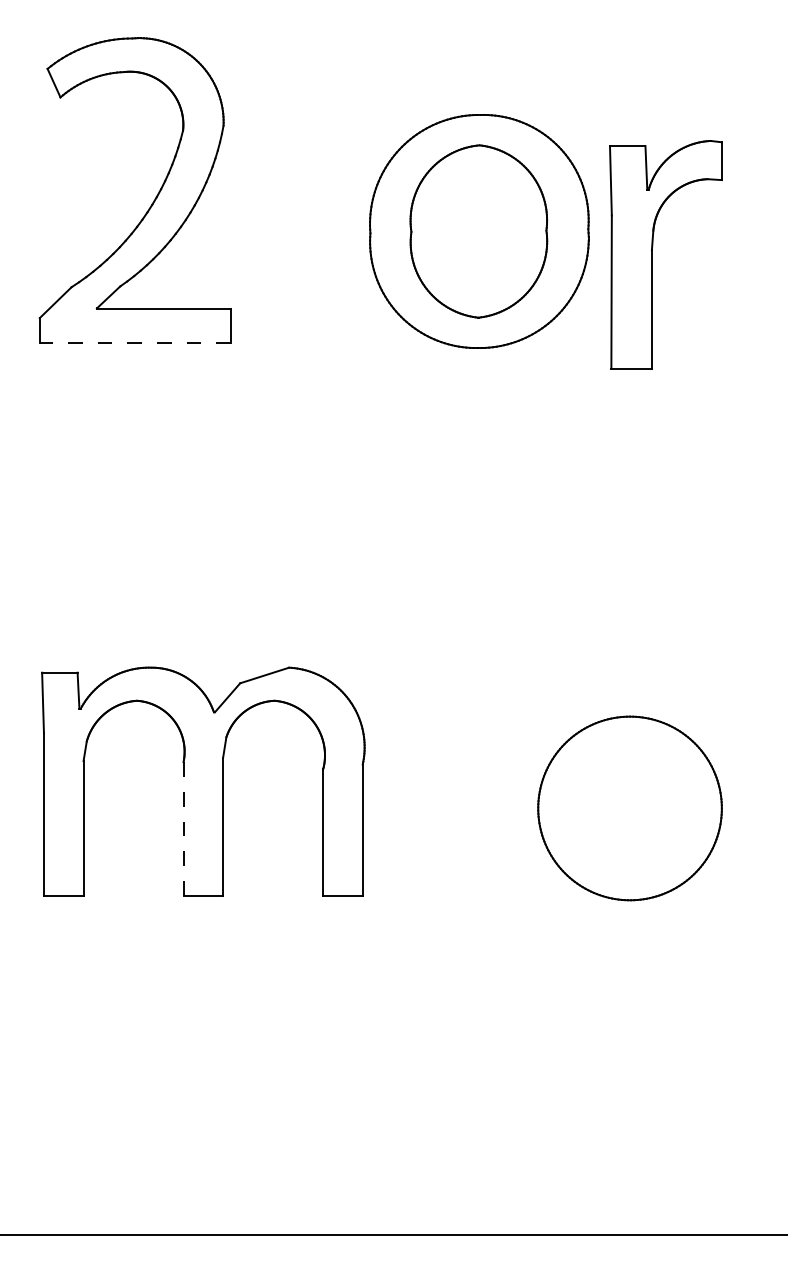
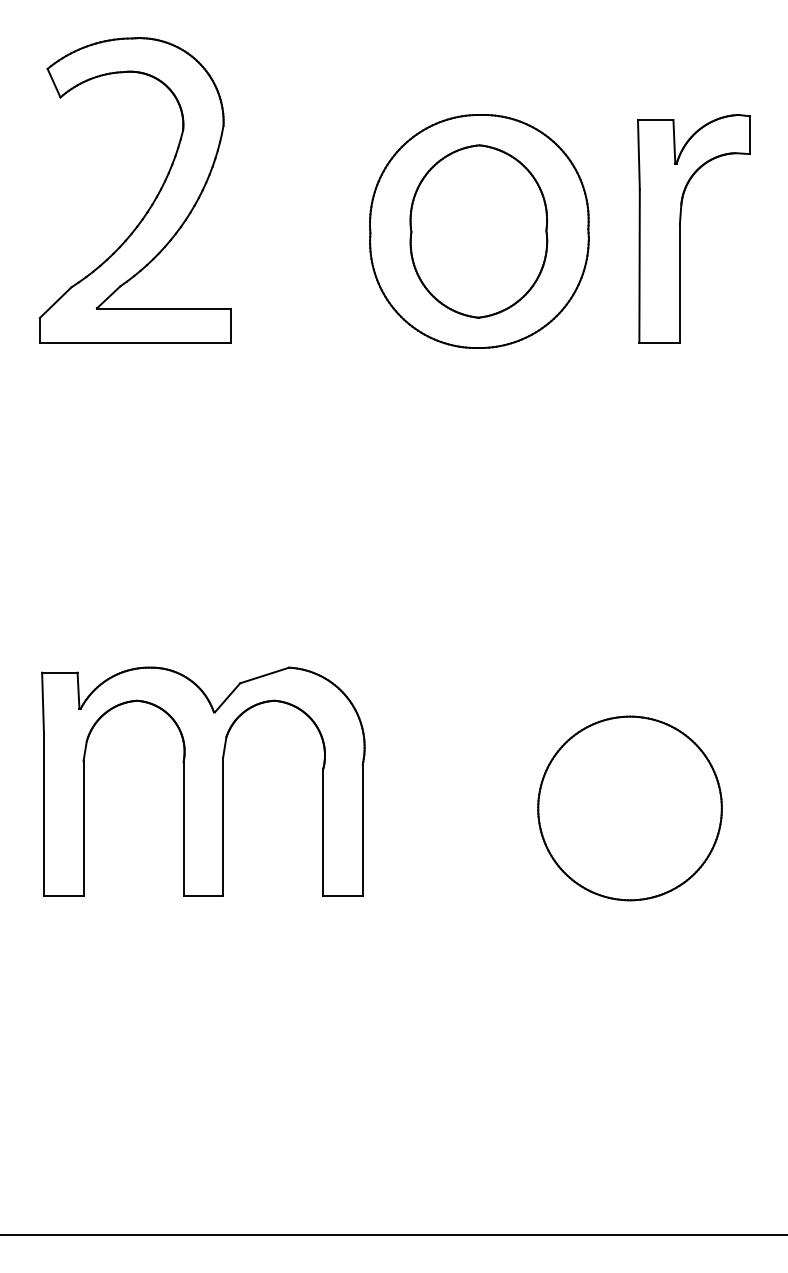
part at (652, 254) position: (652, 254) -> (680, 228)
line at (135, 343): dashed -> solid
line at (183, 828): dashed -> solid
